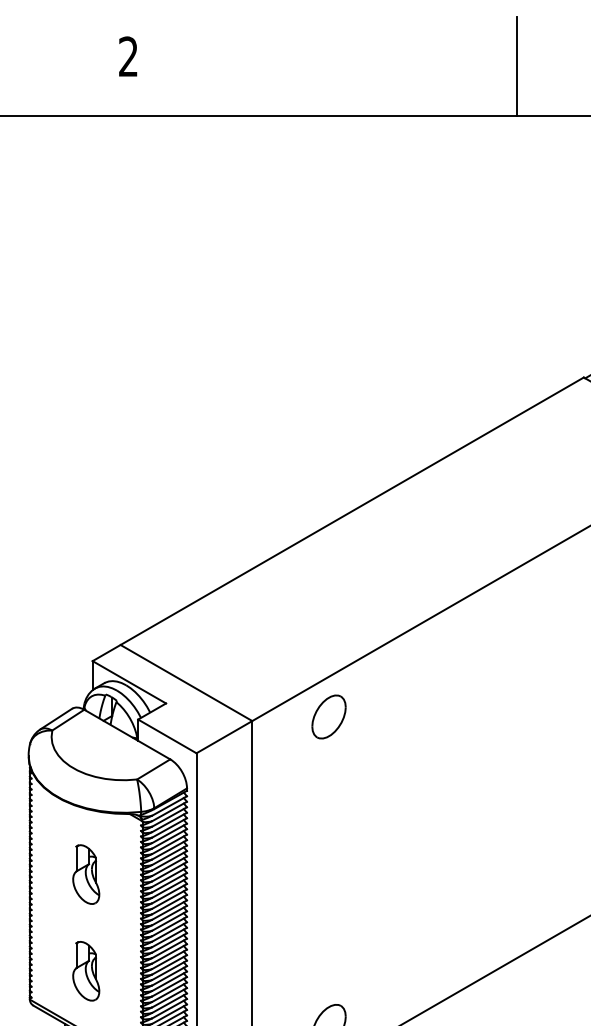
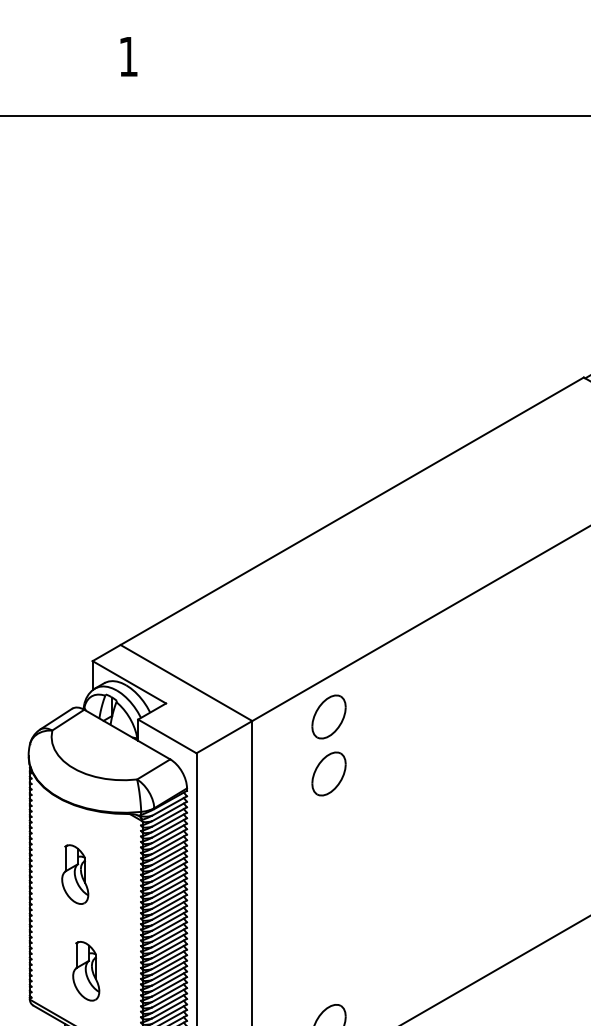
text at (128, 56): 2 -> 1
line at (517, 66): present -> none
part at (328, 773): none -> present
part at (86, 874) position: (86, 874) -> (75, 874)
